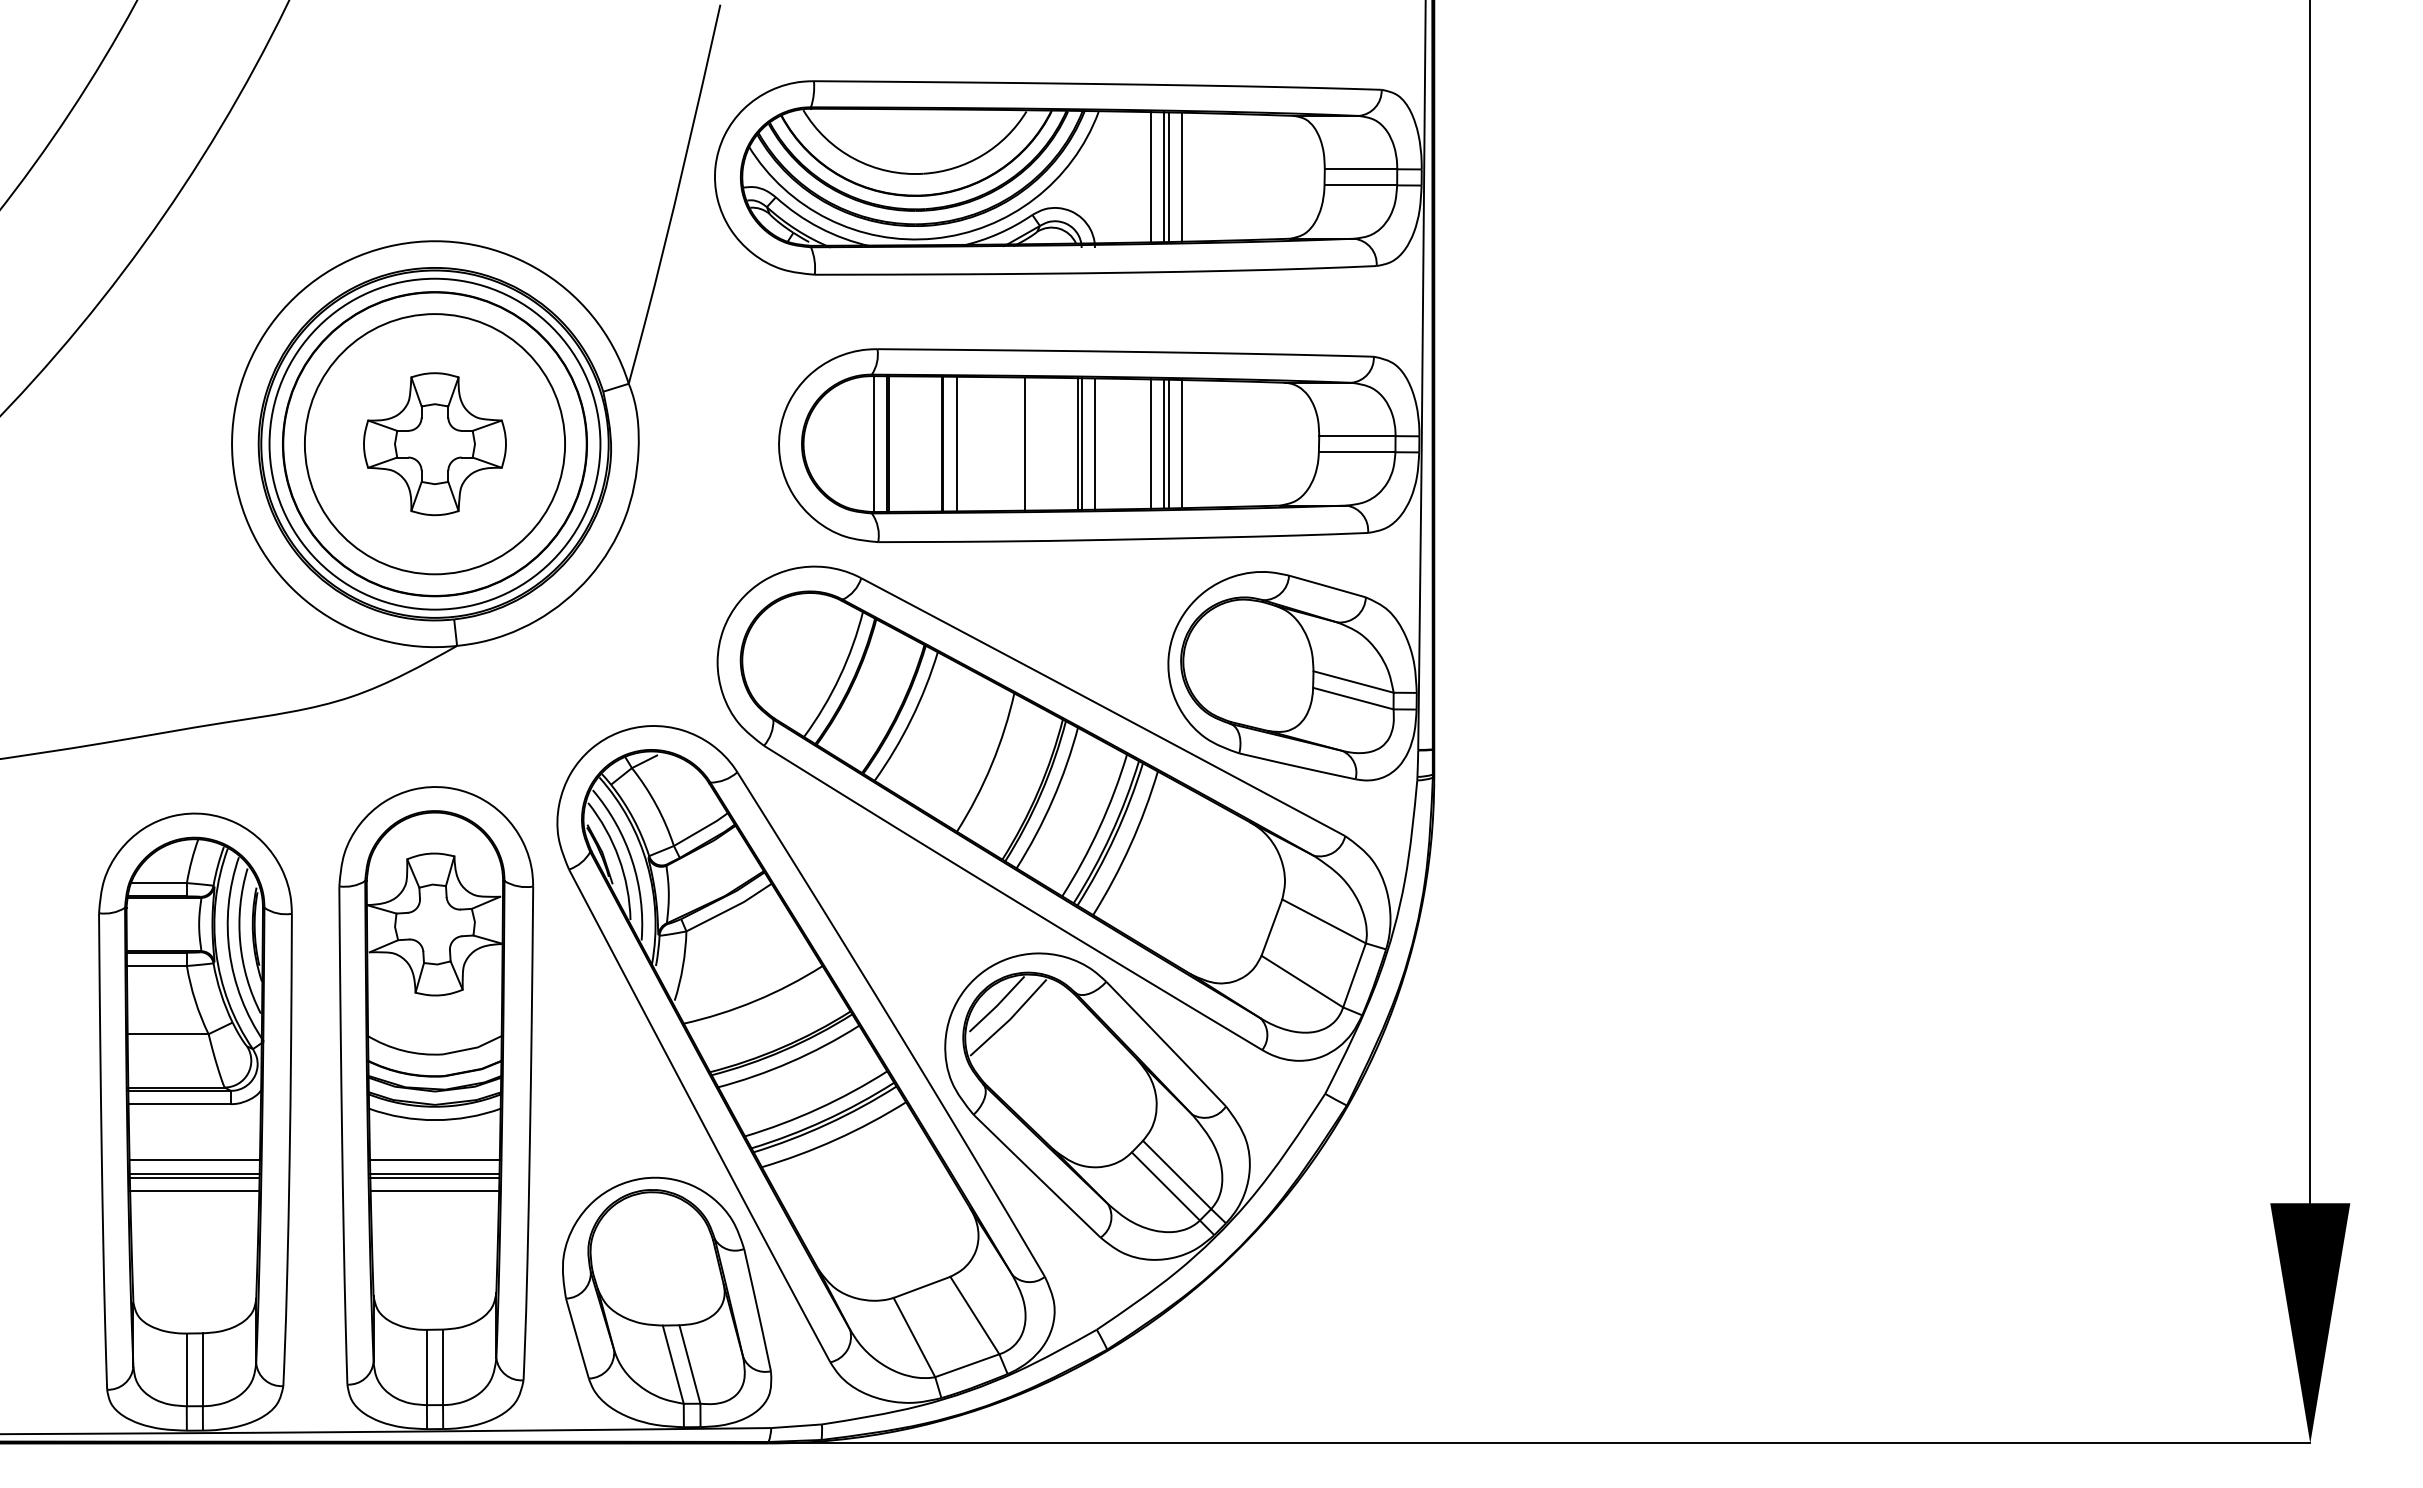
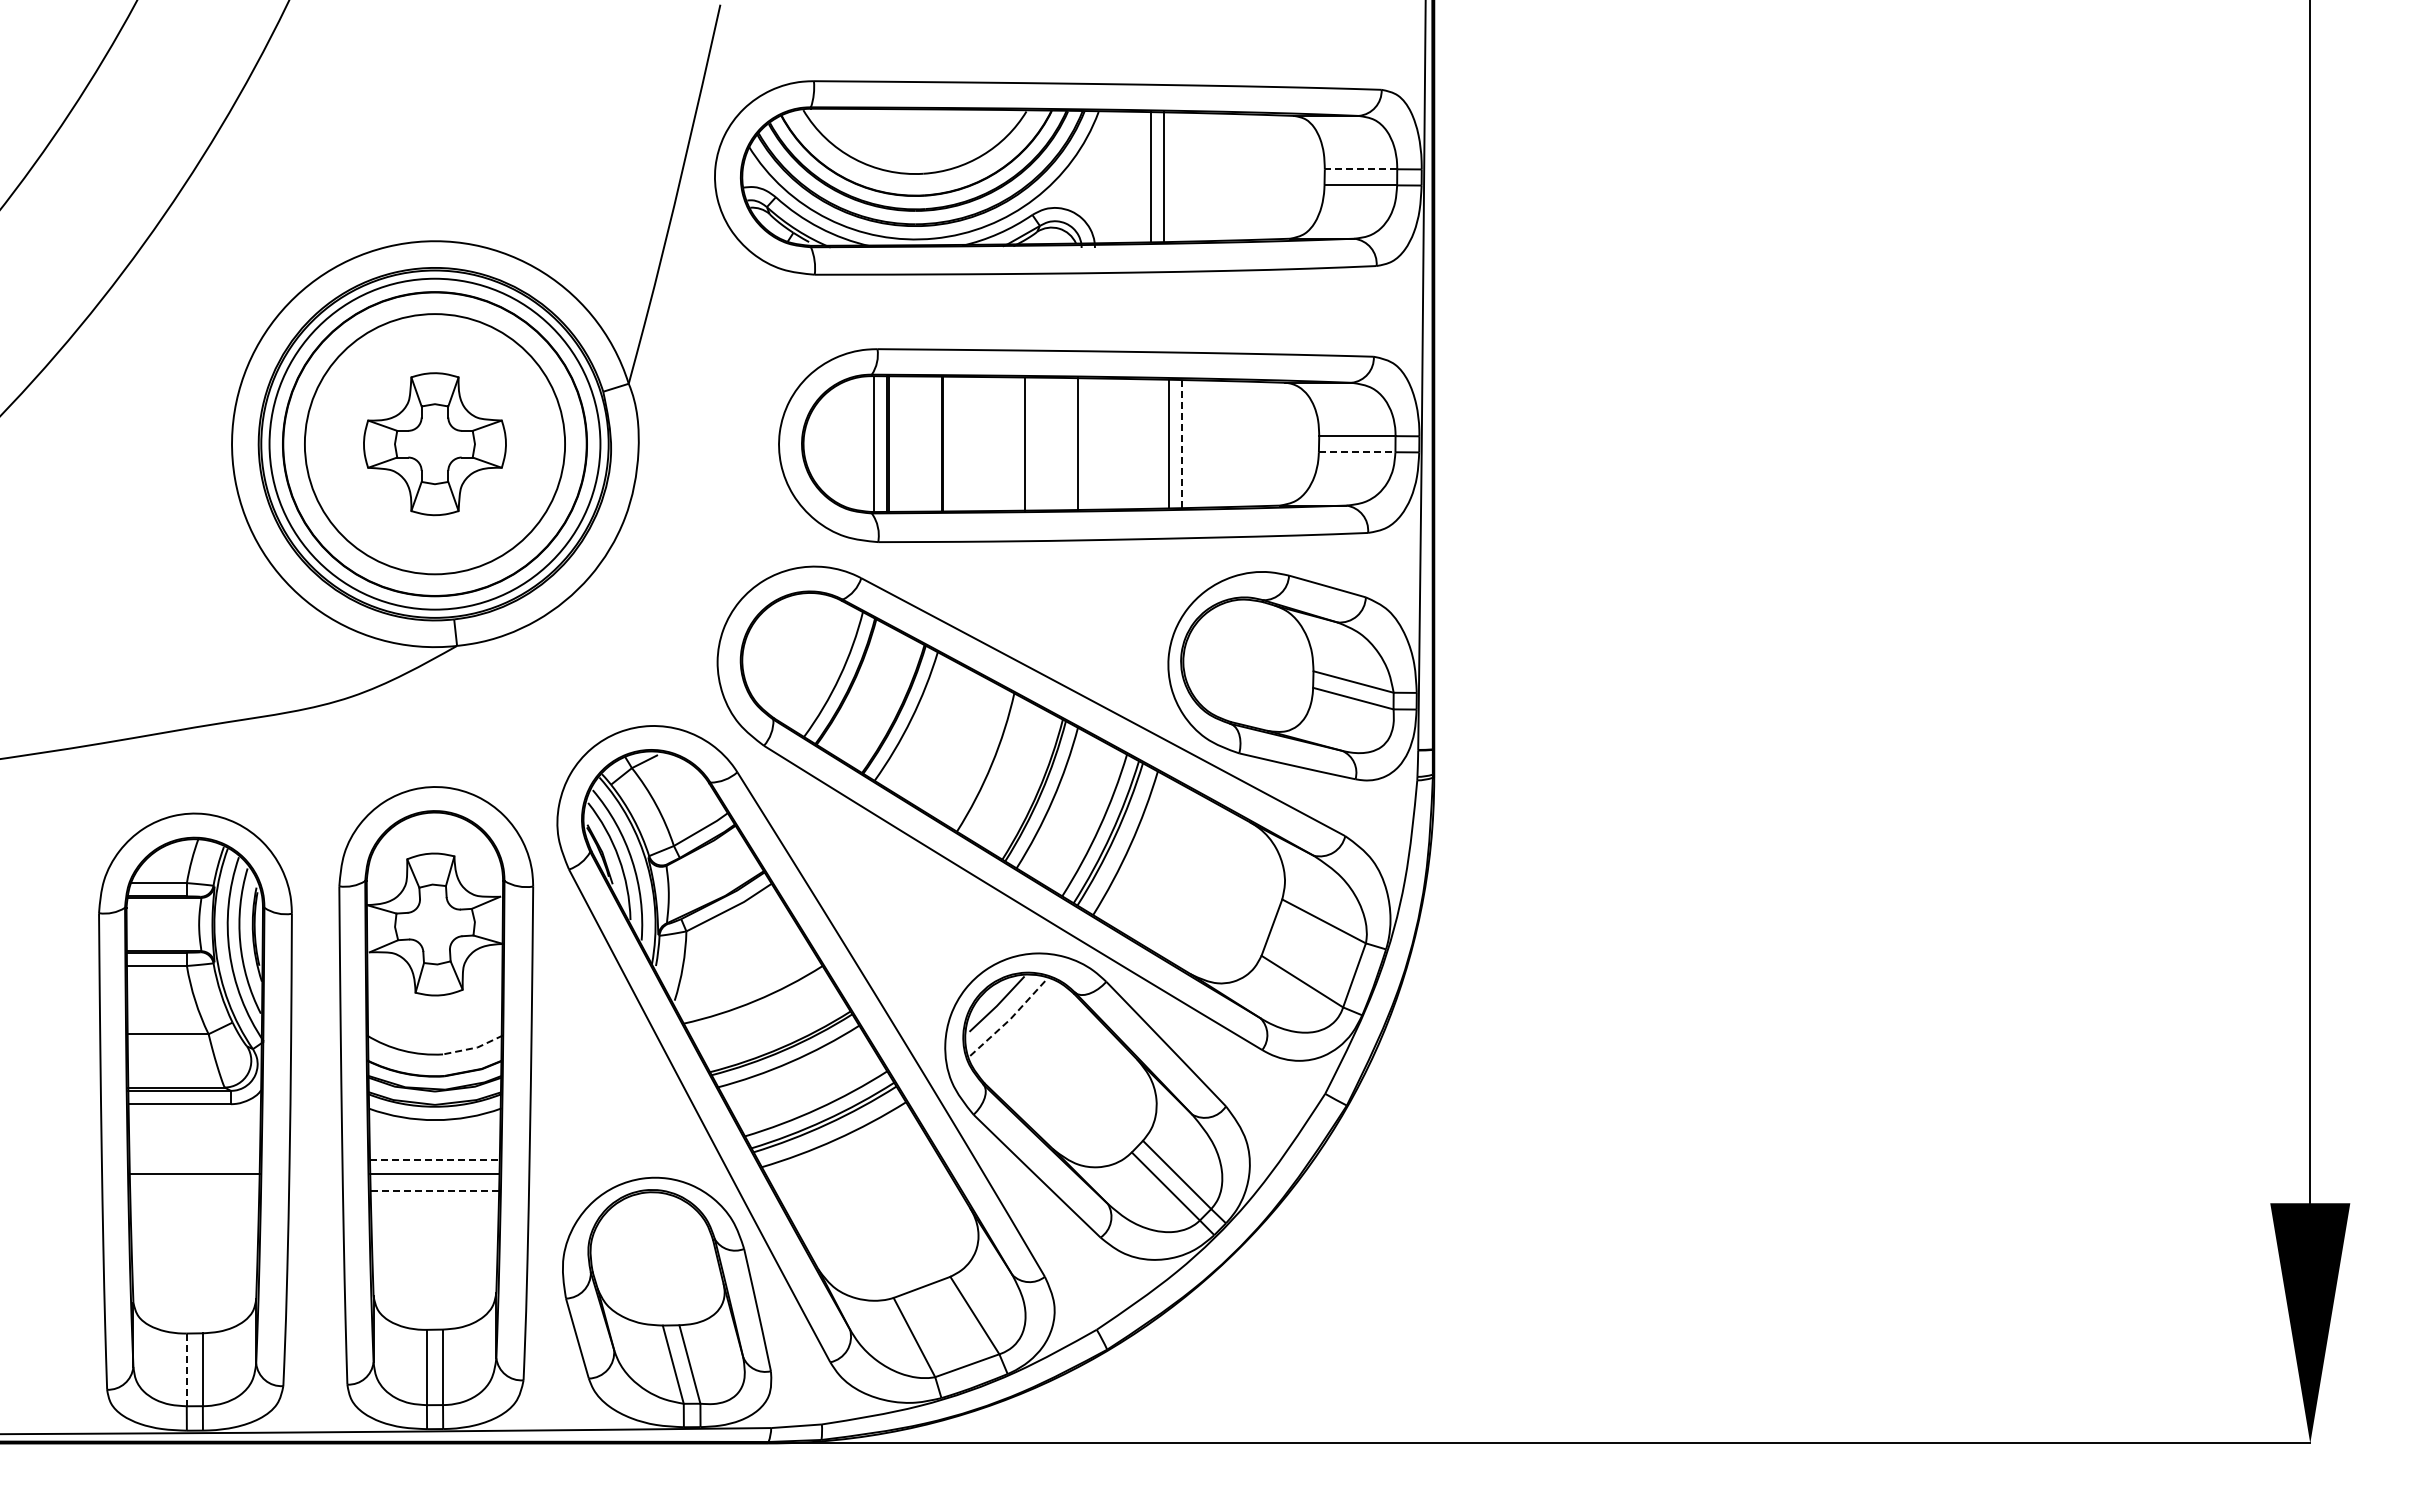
line at (1360, 169): solid -> dashed
line at (1168, 176): present -> none
line at (1182, 176): present -> none
line at (956, 443): present -> none
line at (1081, 443): present -> none
line at (1095, 443): present -> none
line at (1151, 443): present -> none
line at (1164, 443): present -> none
line at (1182, 443): solid -> dashed
line at (1357, 452): solid -> dashed
line at (1010, 1019): solid -> dashed
line at (473, 1048): solid -> dashed
line at (194, 1160): present -> none
line at (434, 1160): solid -> dashed
line at (194, 1178): present -> none
line at (434, 1178): present -> none
line at (194, 1191): present -> none
line at (435, 1191): solid -> dashed
line at (186, 1370): solid -> dashed
